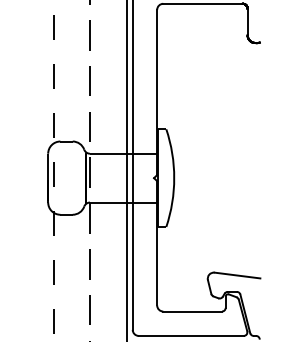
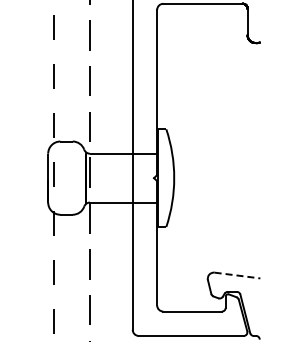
line at (126, 170): present -> none
line at (237, 275): solid -> dashed
